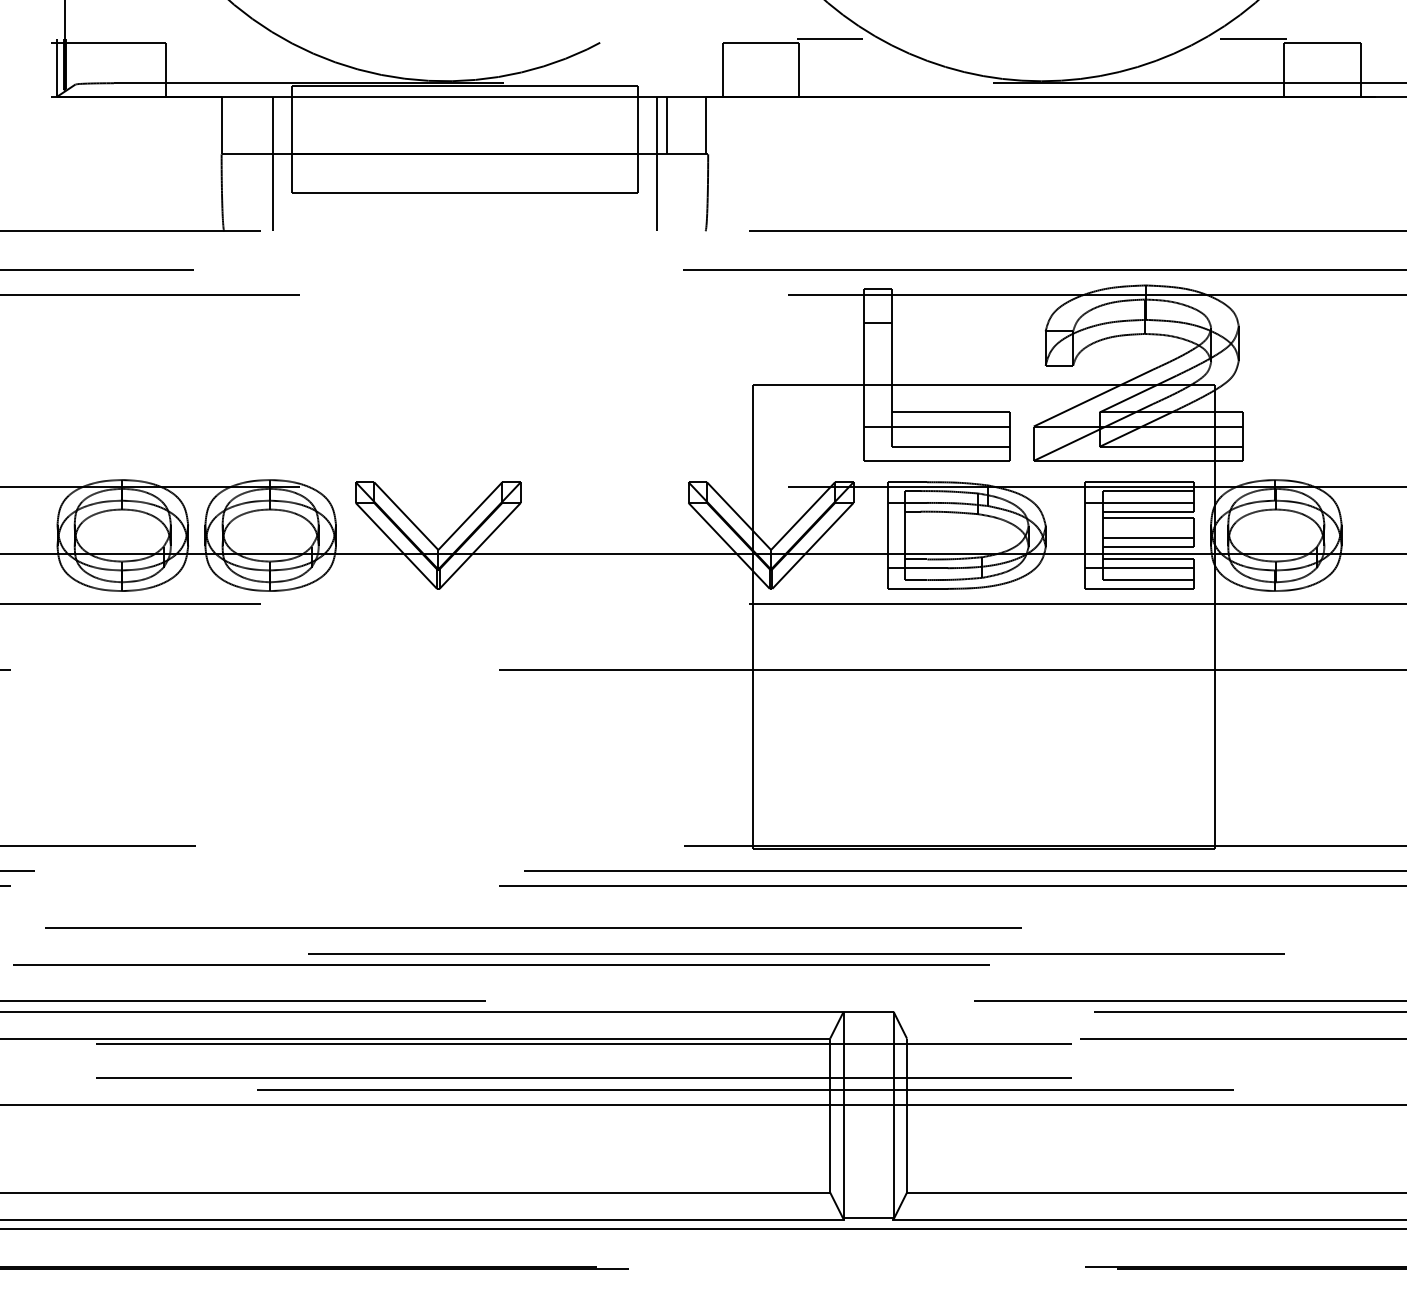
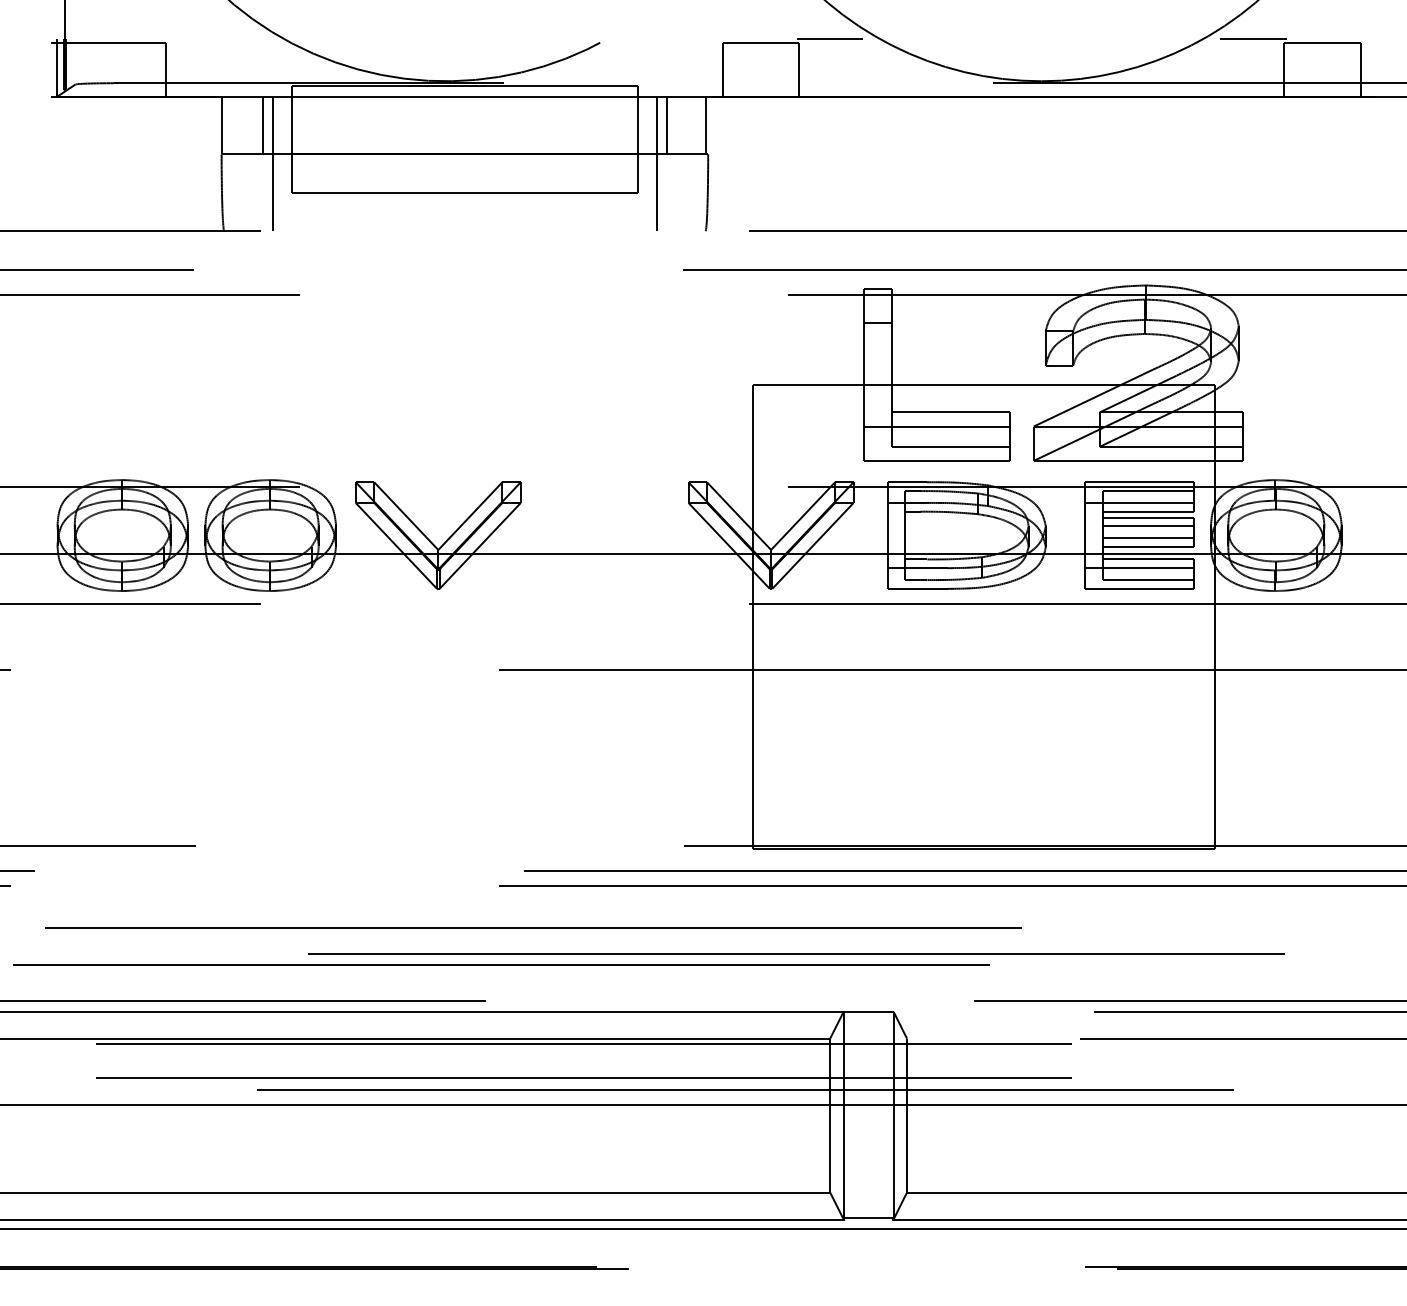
line at (263, 125): none -> present
line at (1147, 526): none -> present
